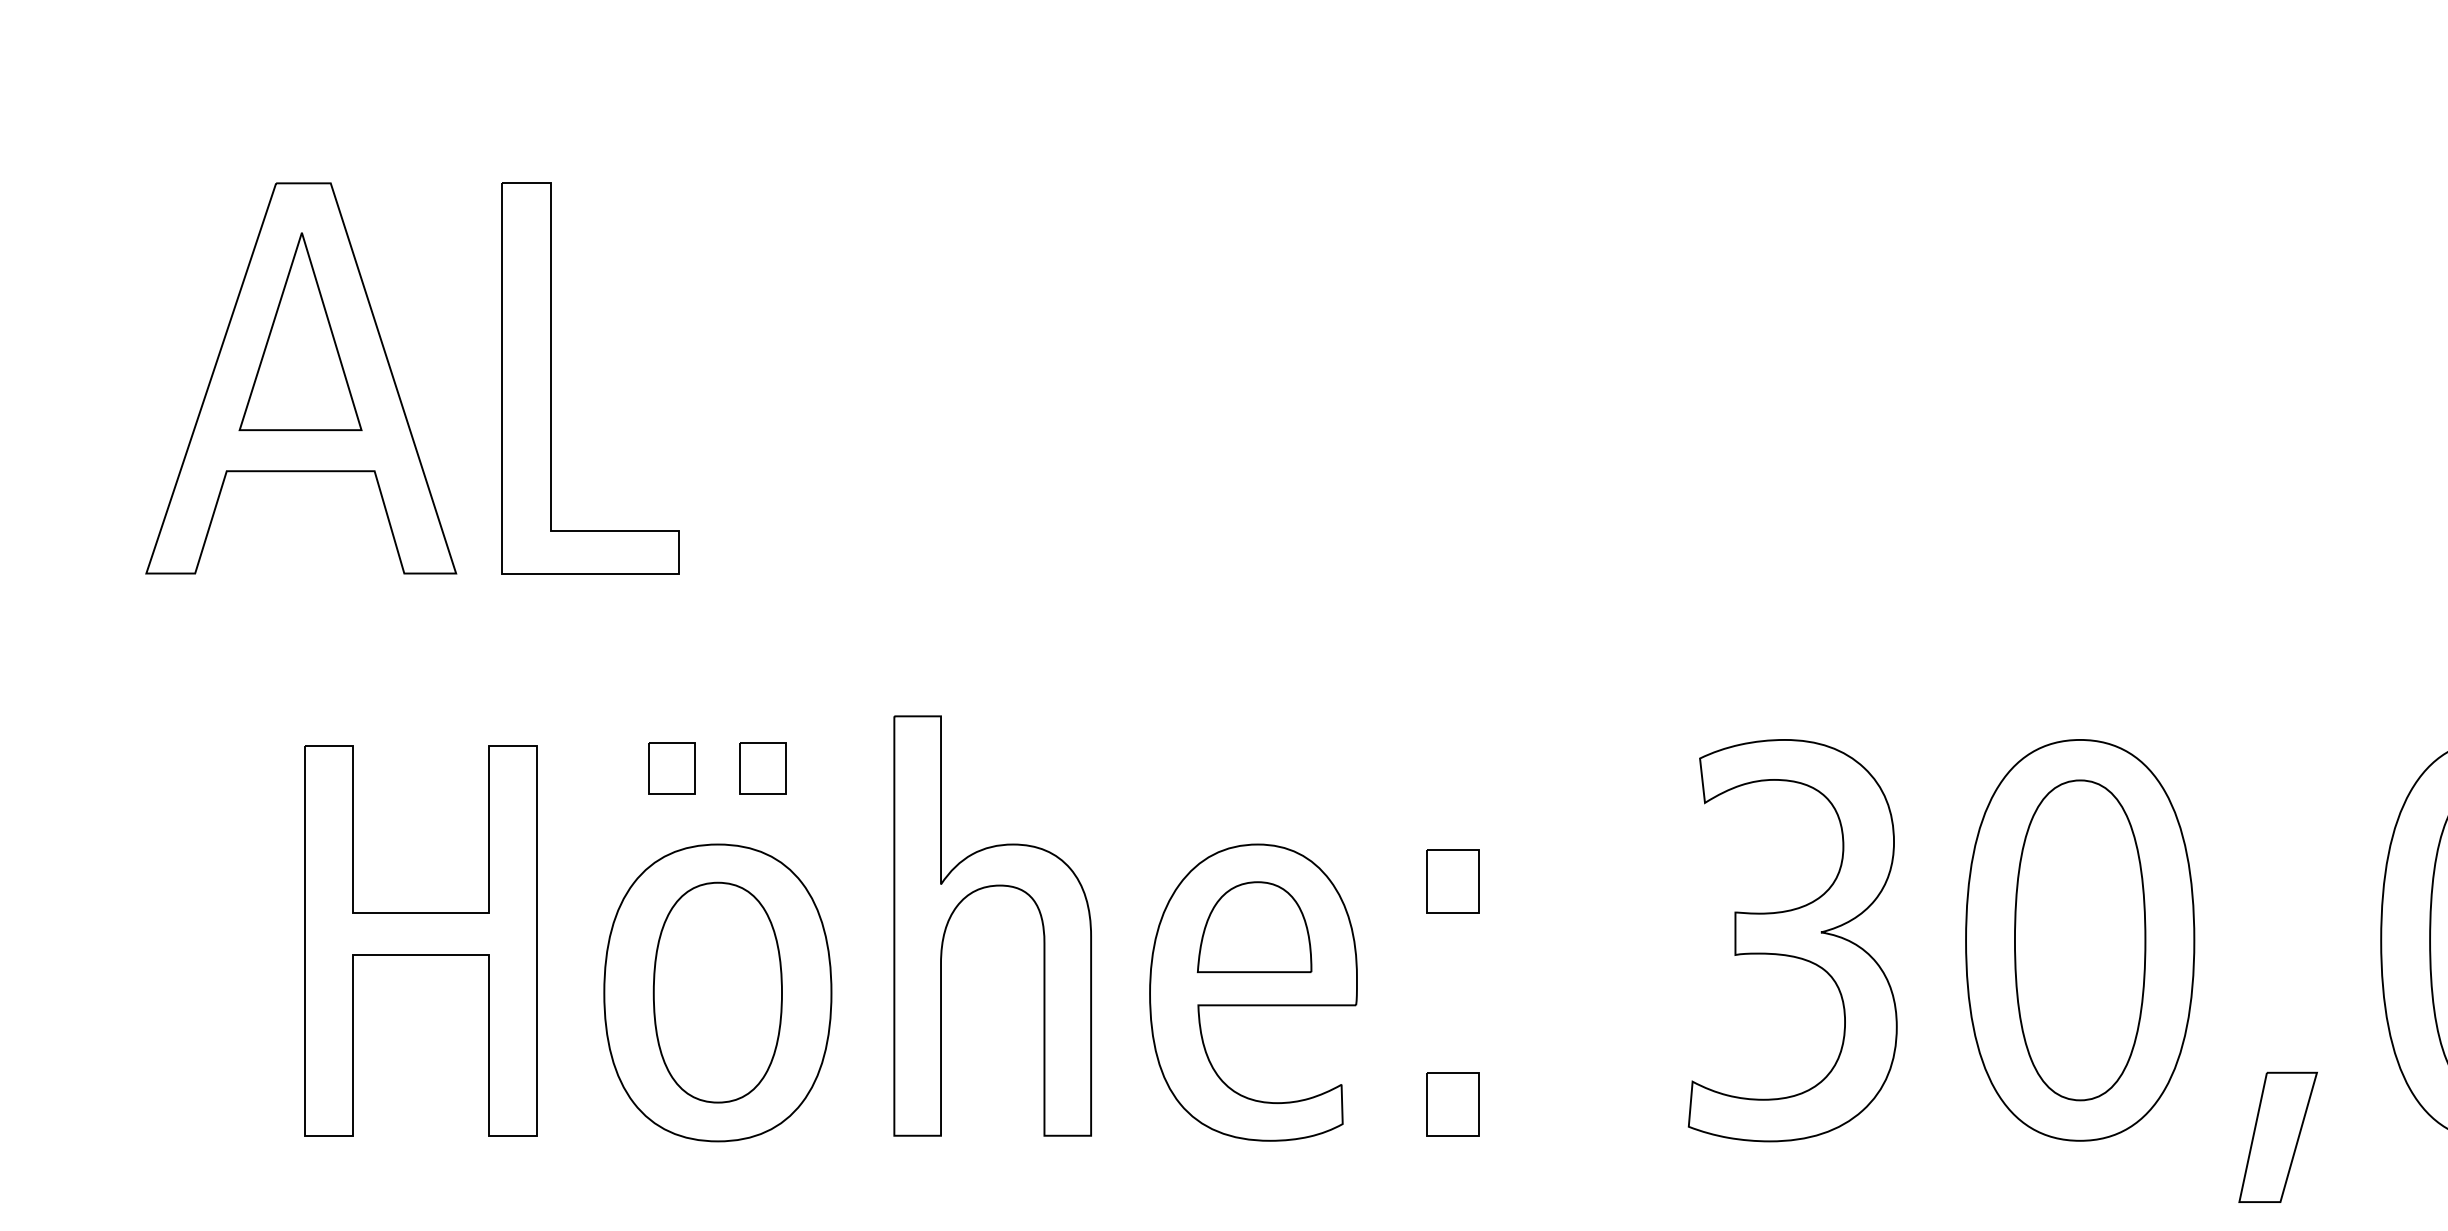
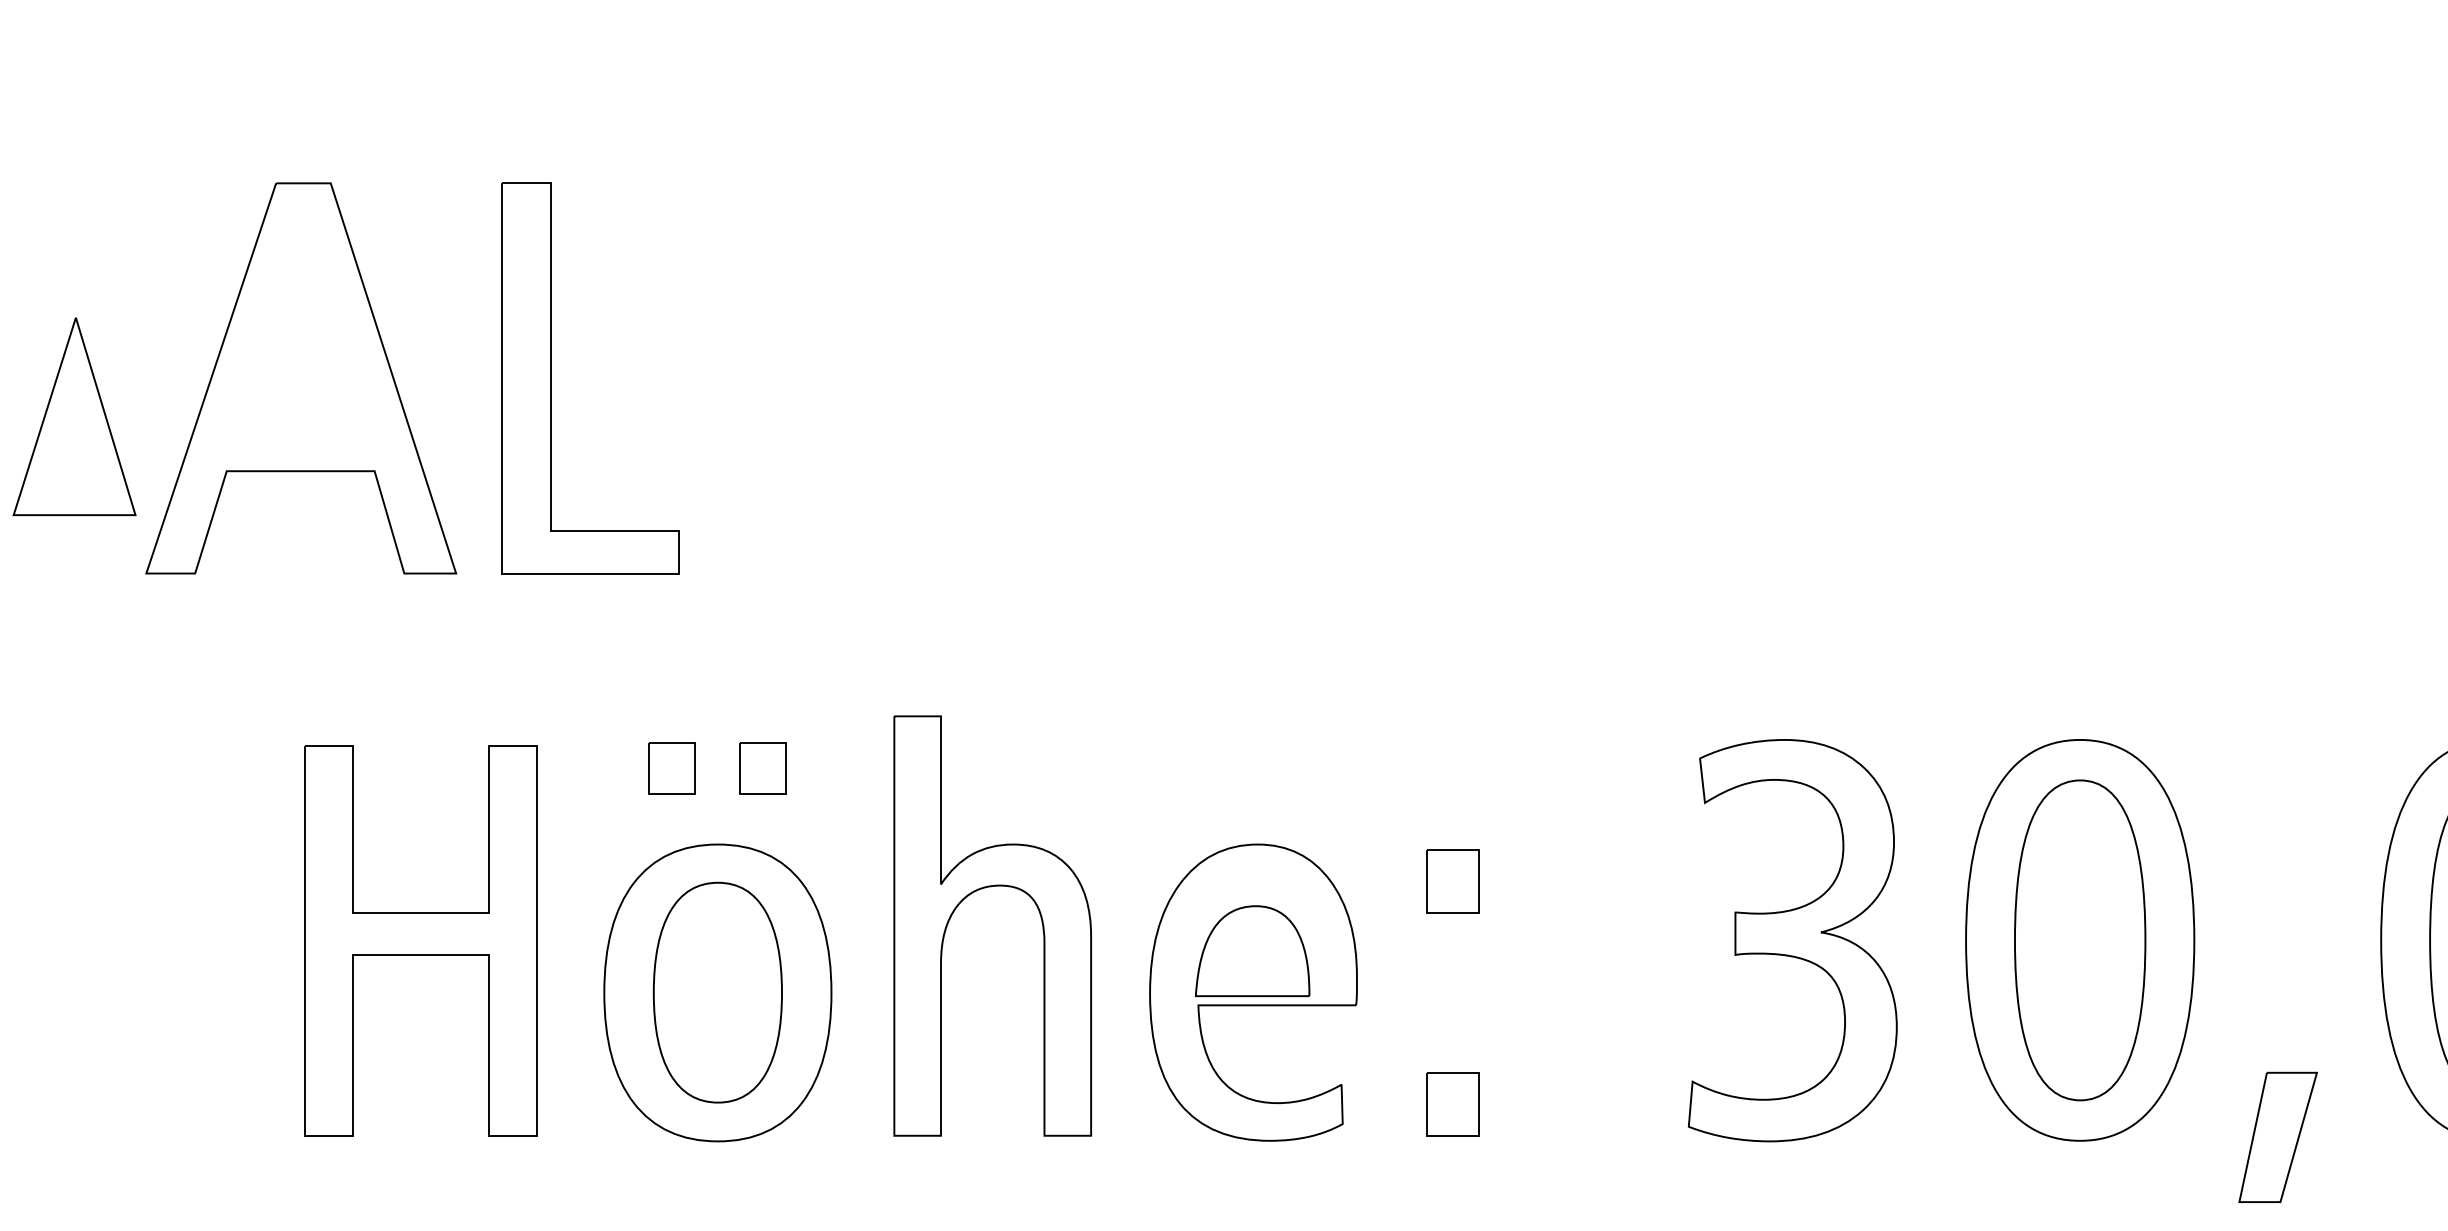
part at (300, 331) position: (300, 331) -> (74, 416)
part at (1254, 927) position: (1254, 927) -> (1252, 951)
